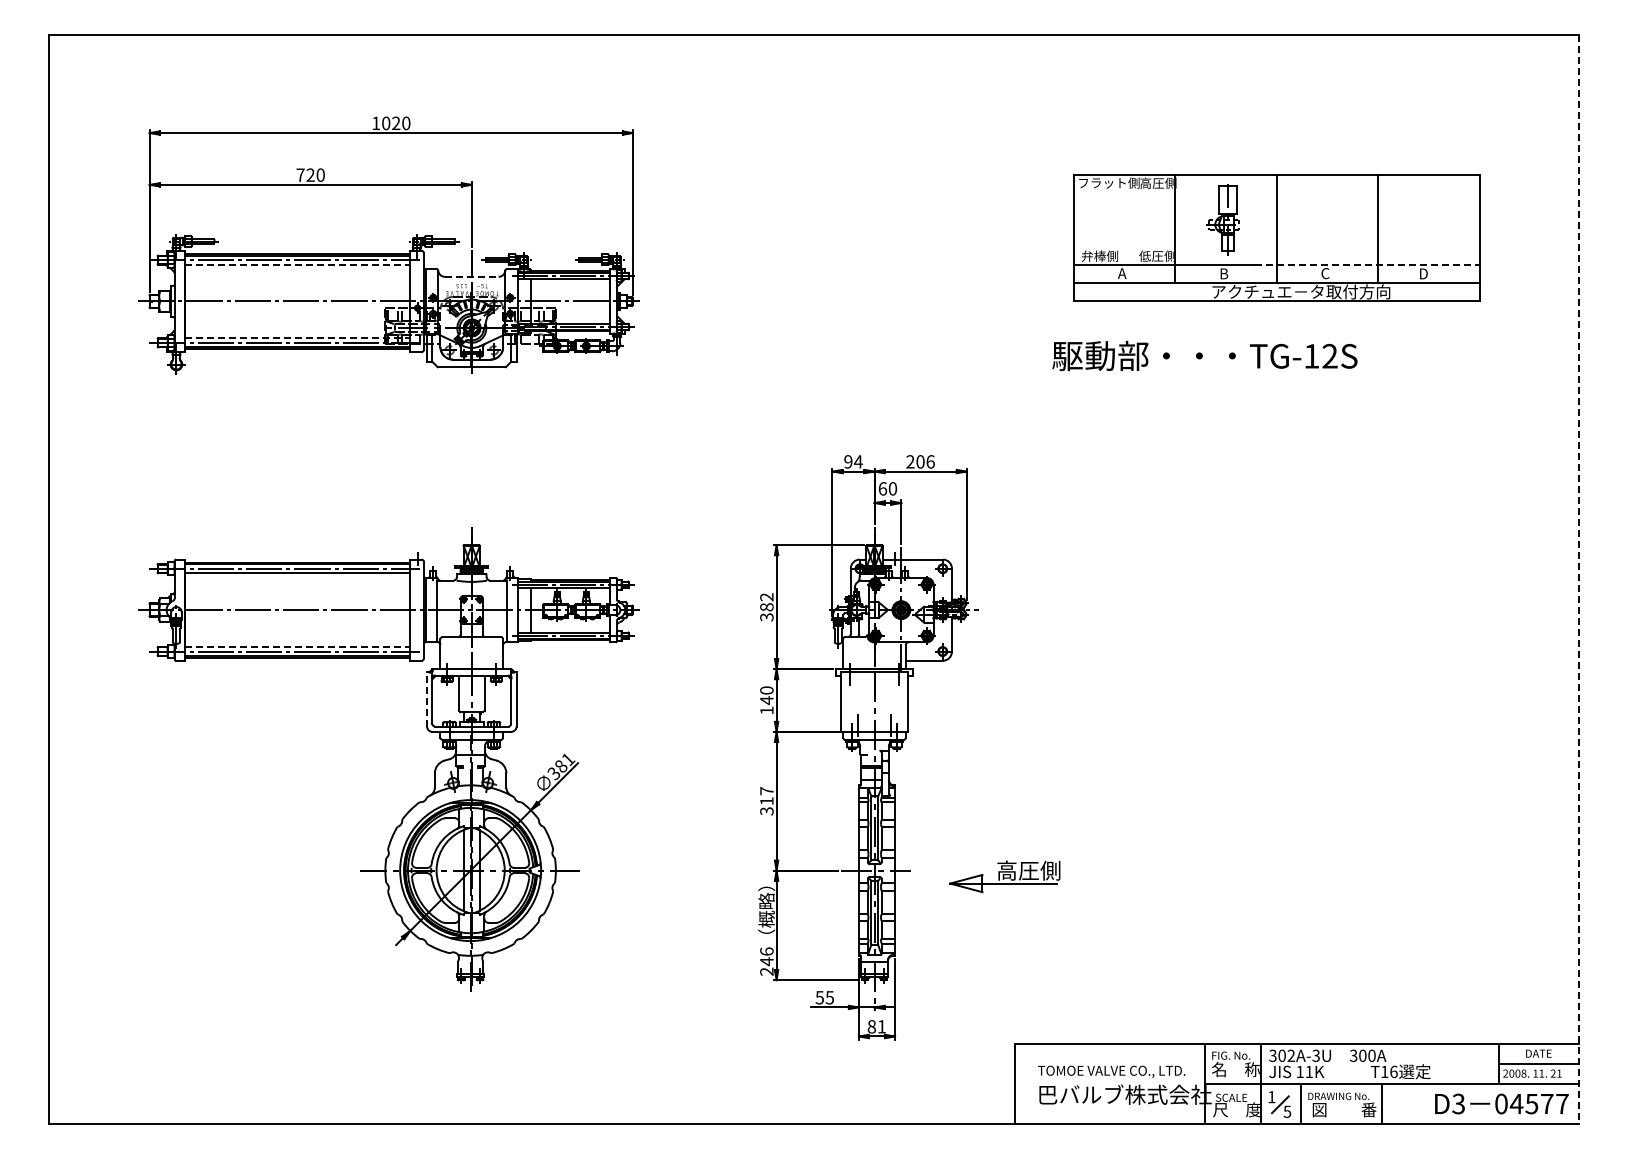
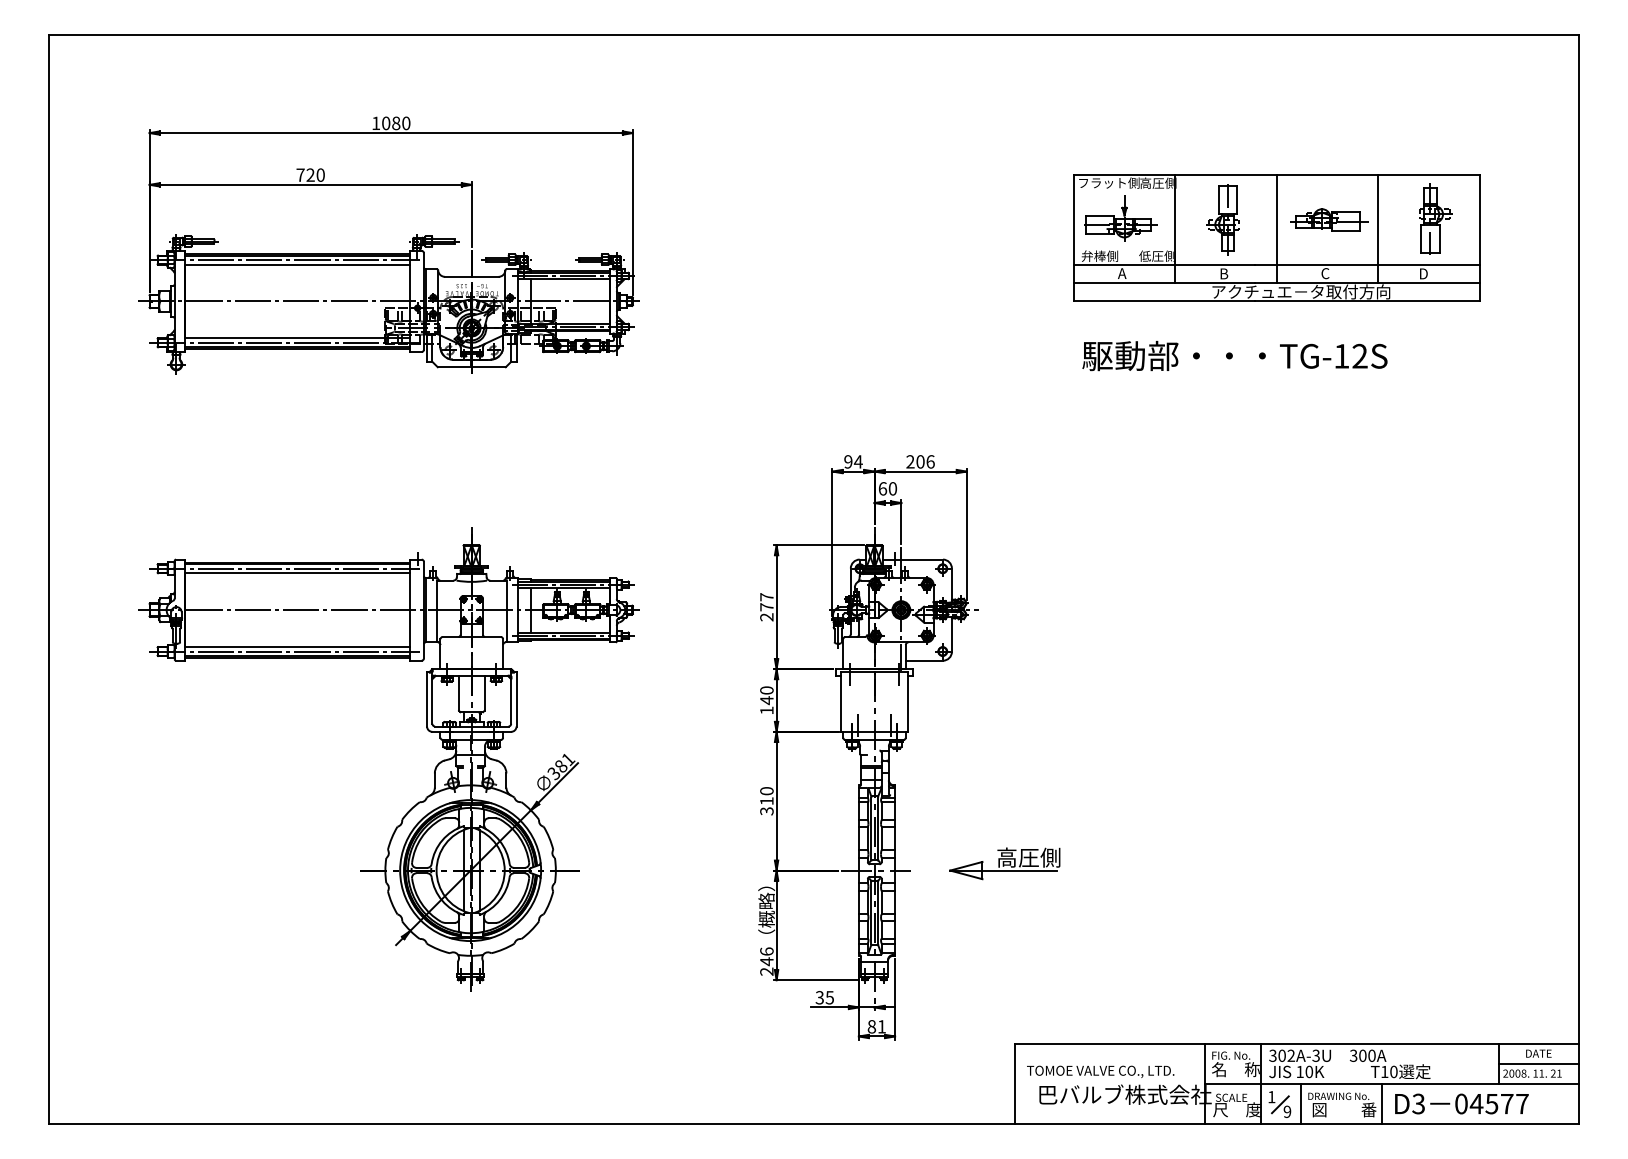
text at (396, 123): 1020 -> 1080
part at (1120, 218): none -> present
part at (1435, 218): none -> present
part at (1329, 219): none -> present
line at (297, 264): dashed -> solid
line at (1367, 265): dashed -> solid
line at (471, 276): dashed -> solid
line at (297, 338): dashed -> solid
text at (1204, 356) position: (1204, 356) -> (1234, 356)
line at (1579, 579): dashed -> solid
text at (766, 607): 382 -> 277
line at (297, 647): dashed -> solid
line at (427, 698): dashed -> solid
text at (766, 791): 317 -> 310
part at (1004, 876) position: (1004, 876) -> (1004, 863)
text at (819, 997): 55 -> 35
text at (1111, 1071) position: (1111, 1071) -> (1100, 1071)
text at (1309, 1071): 11K -> 10K
text at (1393, 1071): T16 -> T10
text at (1501, 1103) position: (1501, 1103) -> (1461, 1103)
text at (1287, 1111): 5 -> 9
